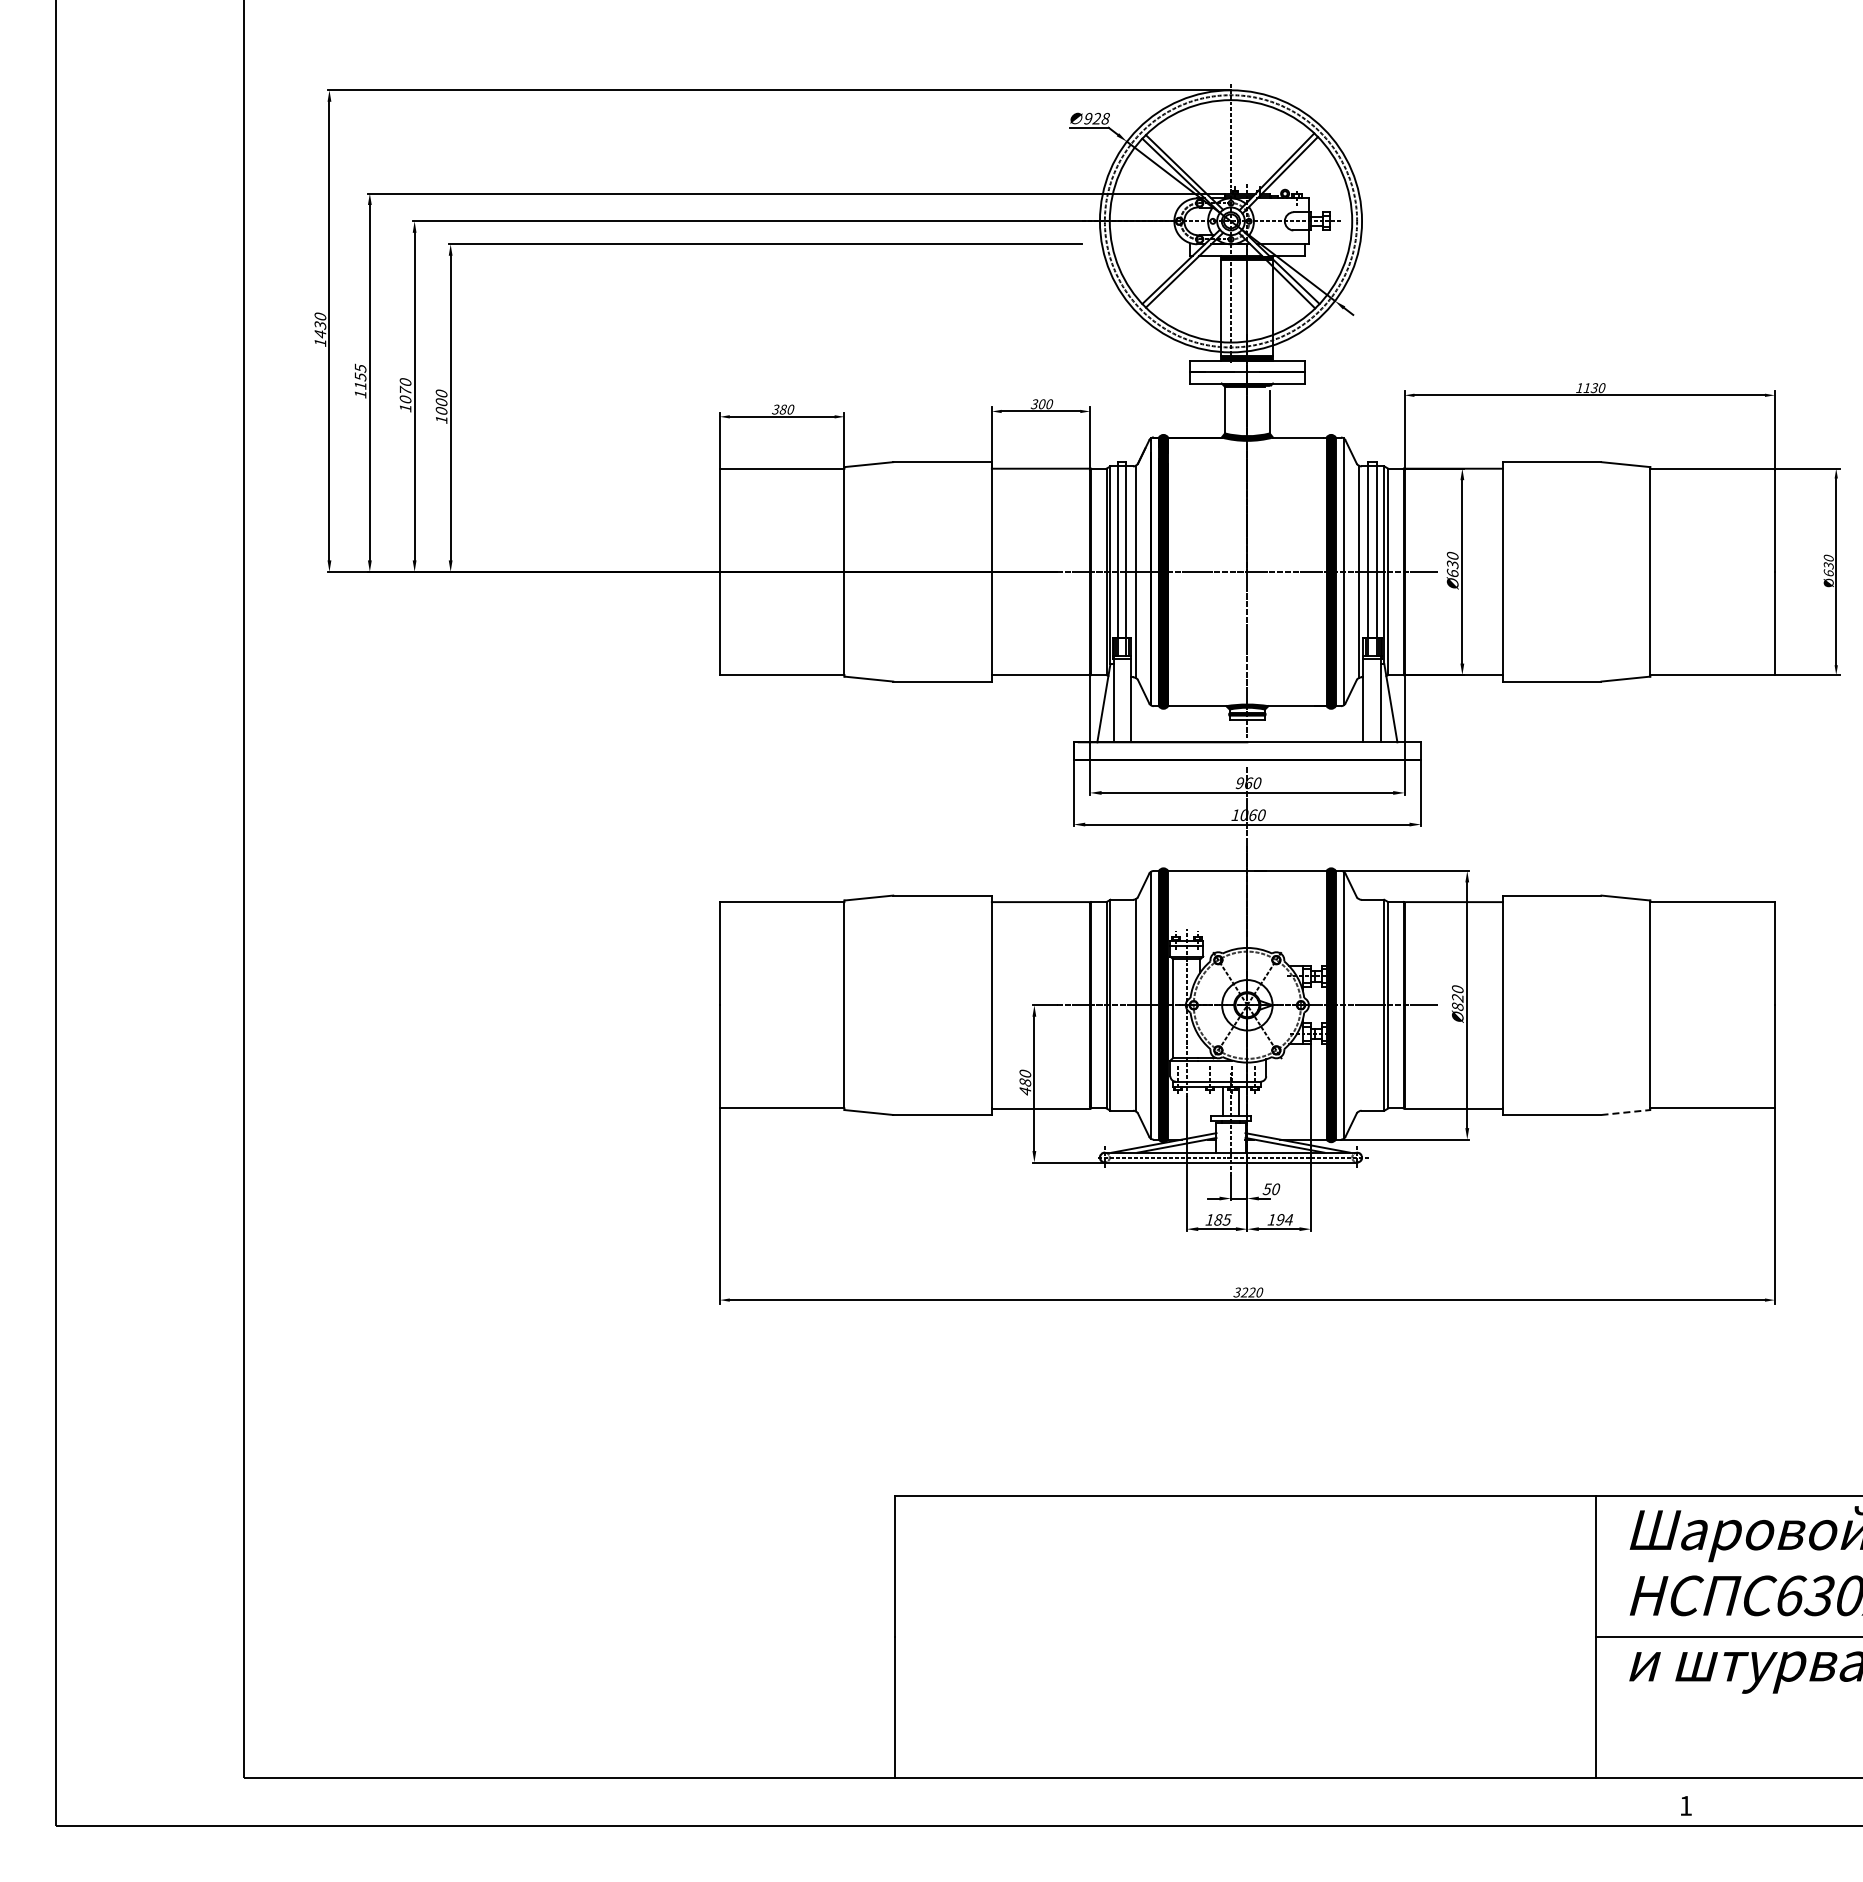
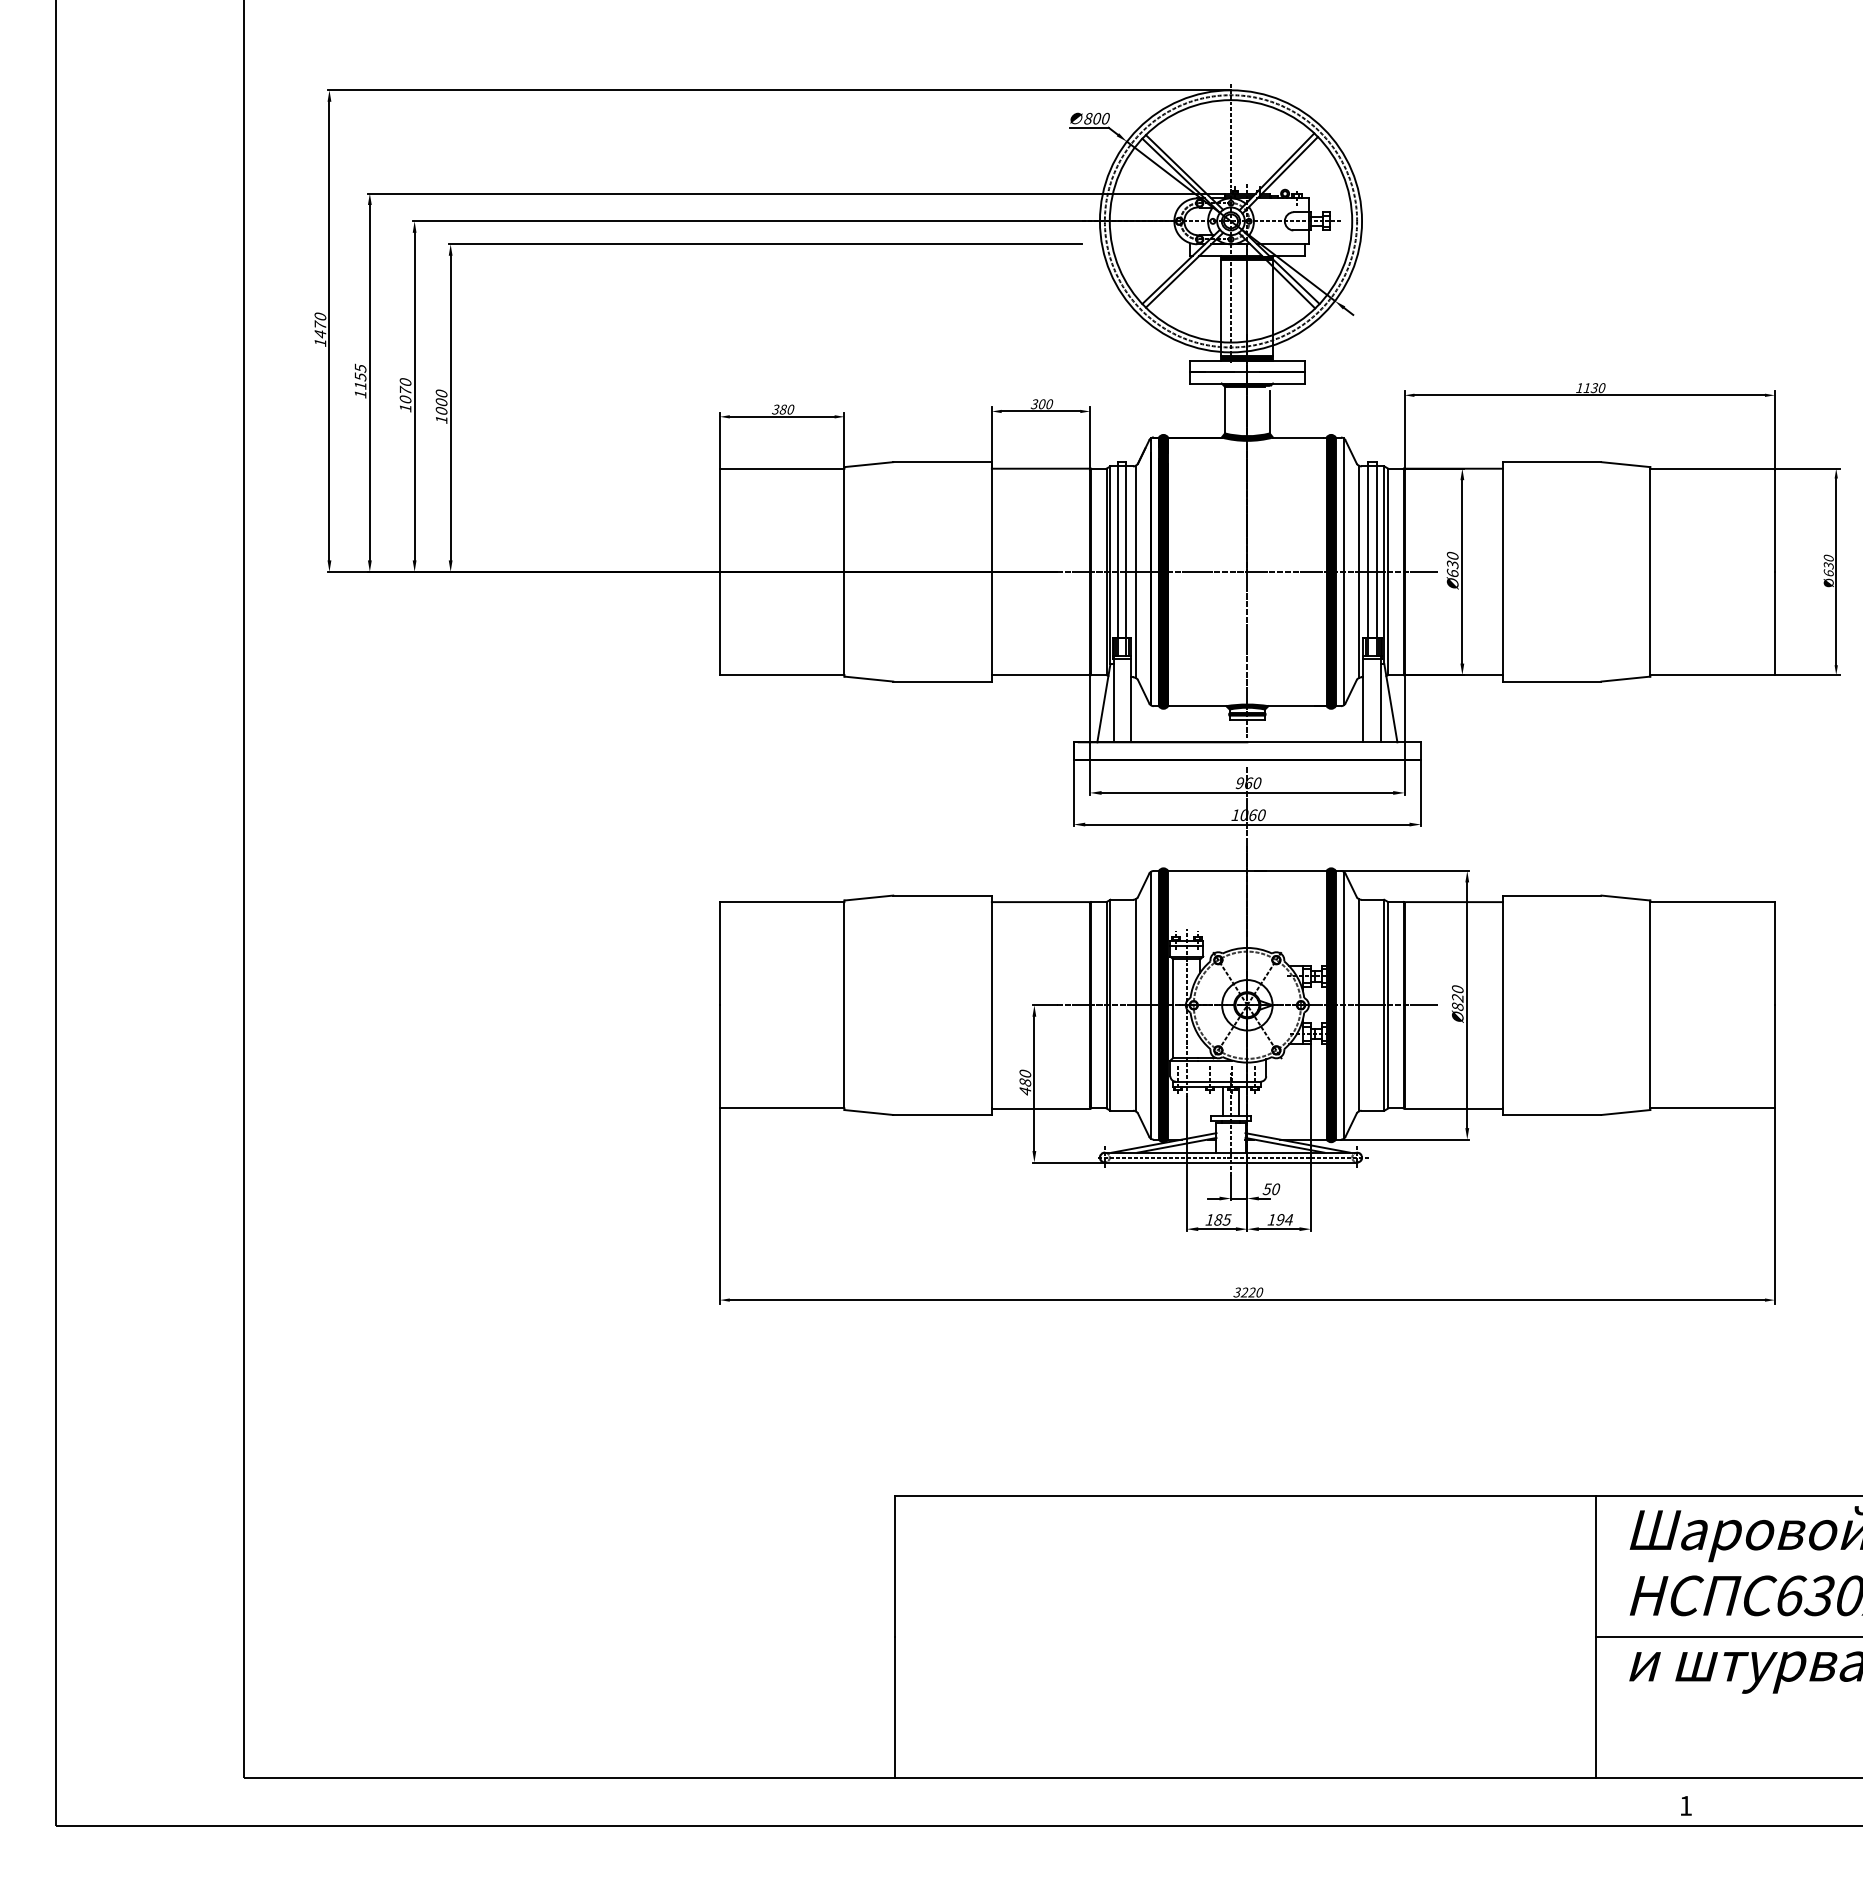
text at (1096, 118): 928 -> 800
text at (320, 324): 1430 -> 1470
line at (1358, 1005): none -> present
line at (1625, 1112): dashed -> solid
